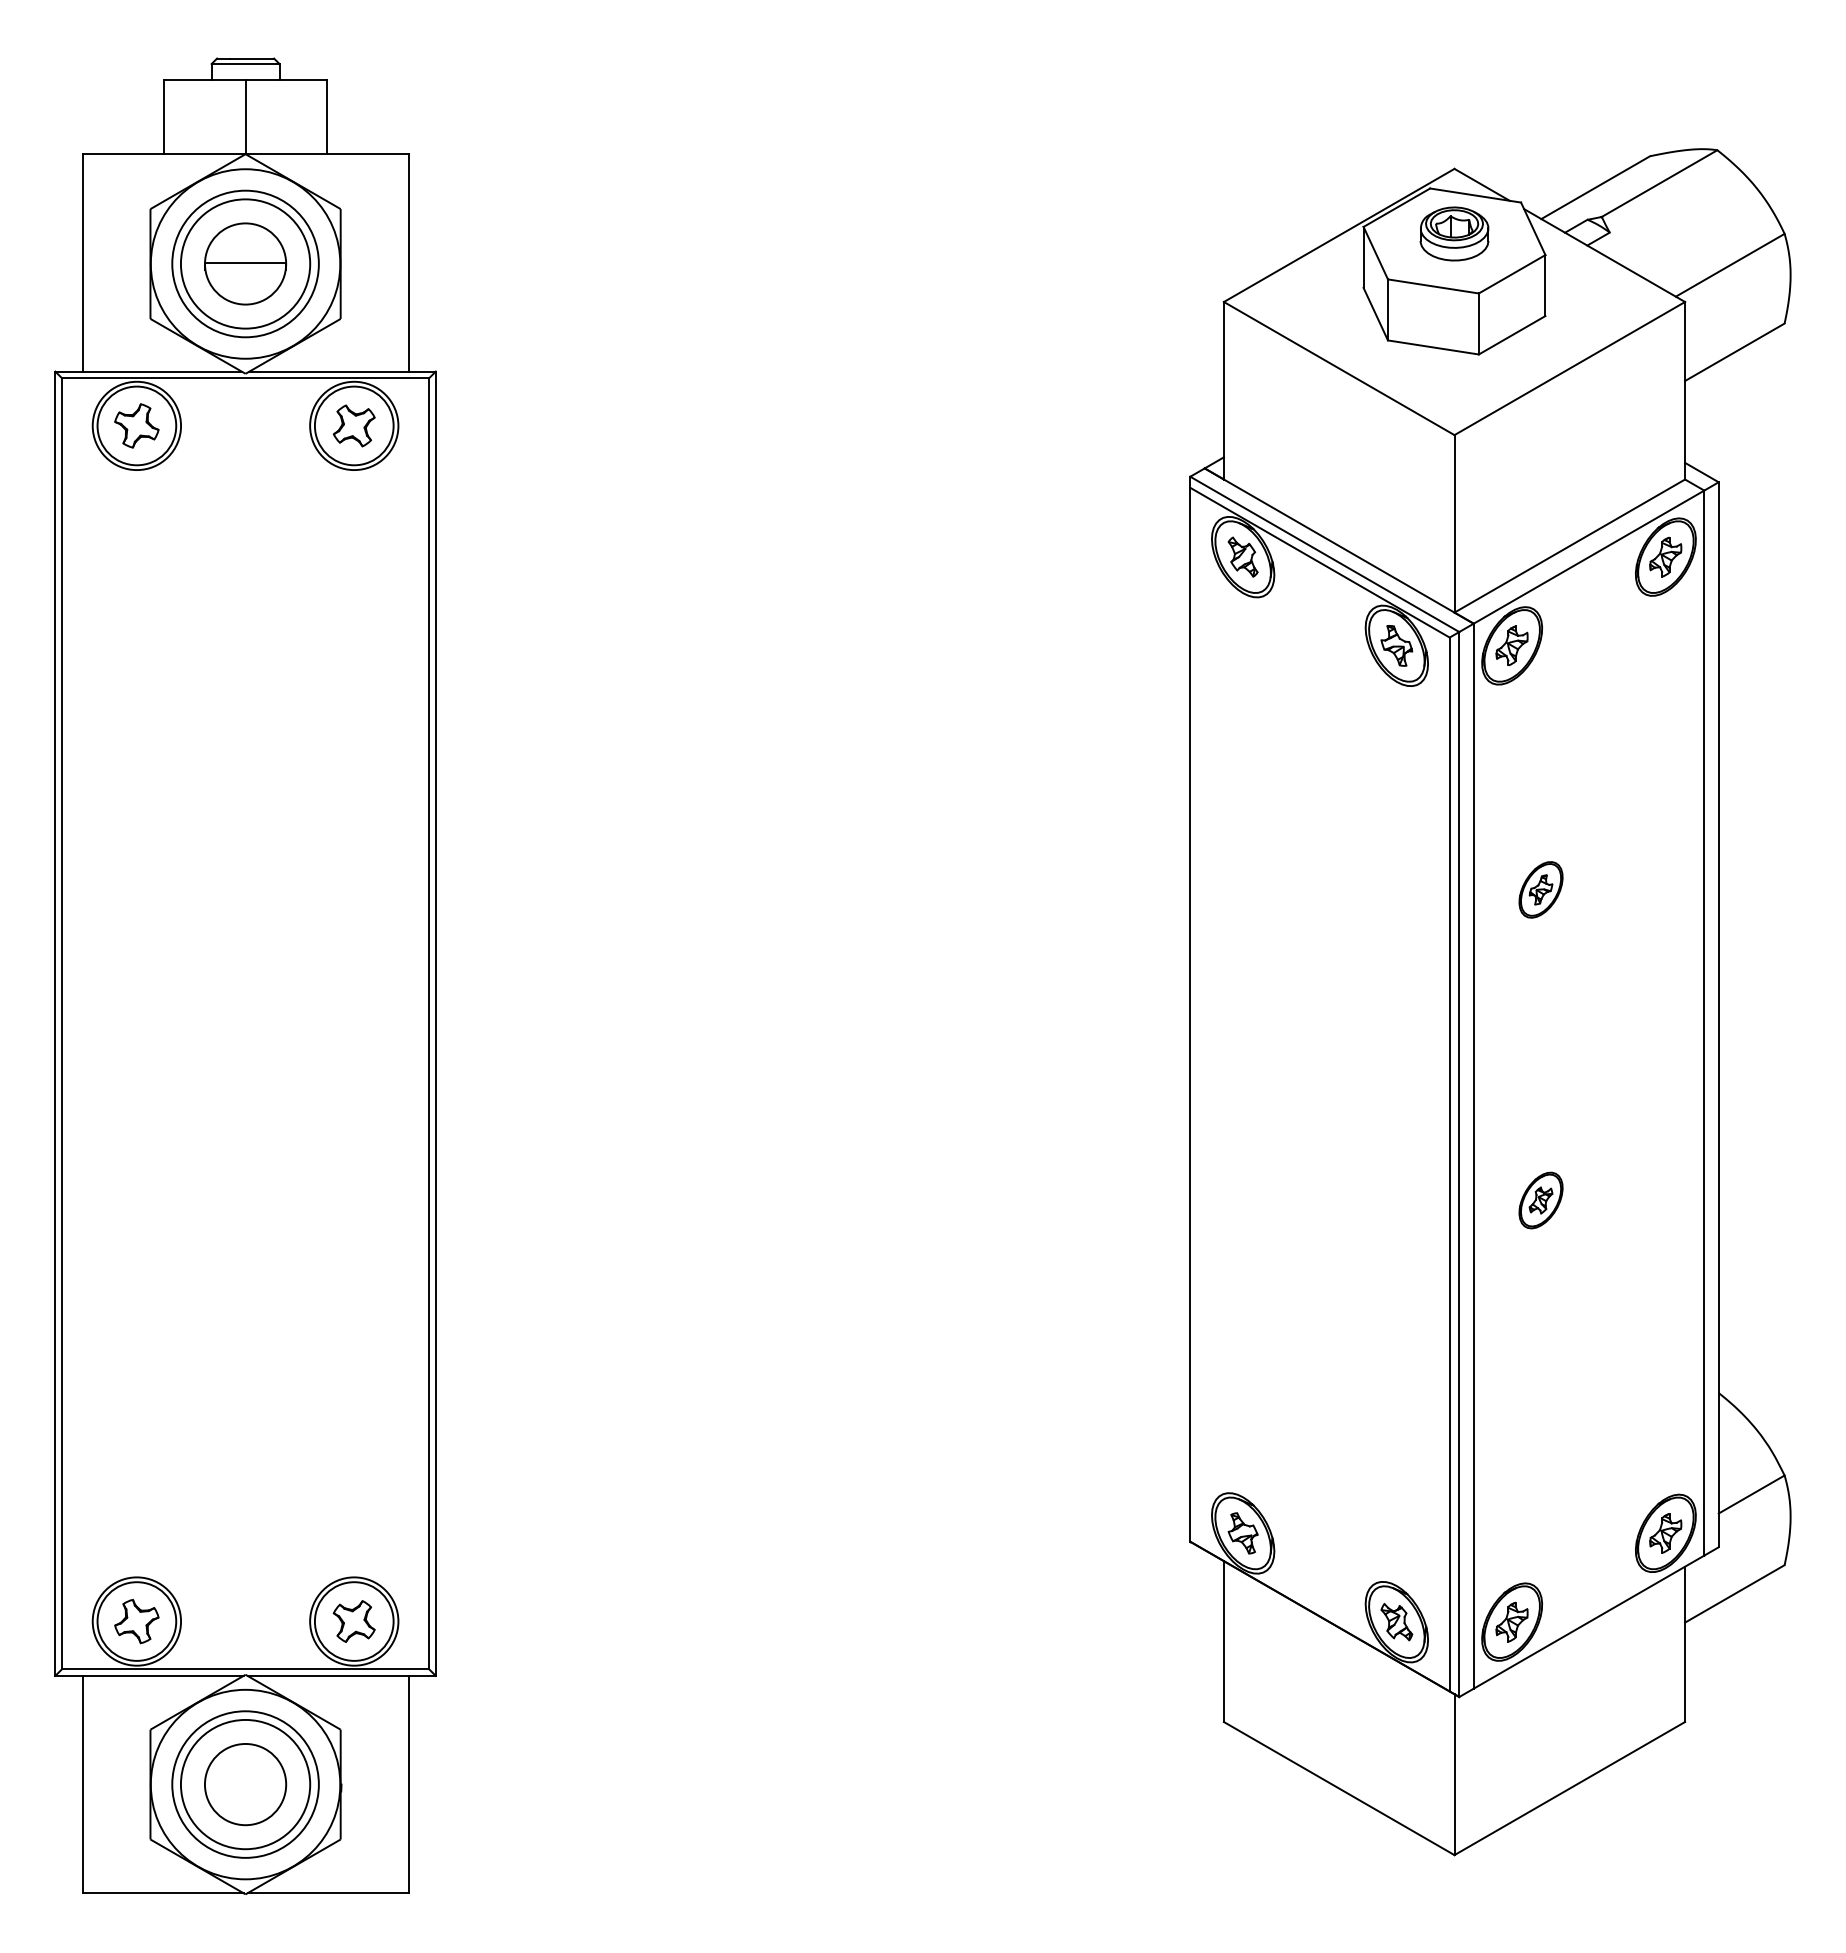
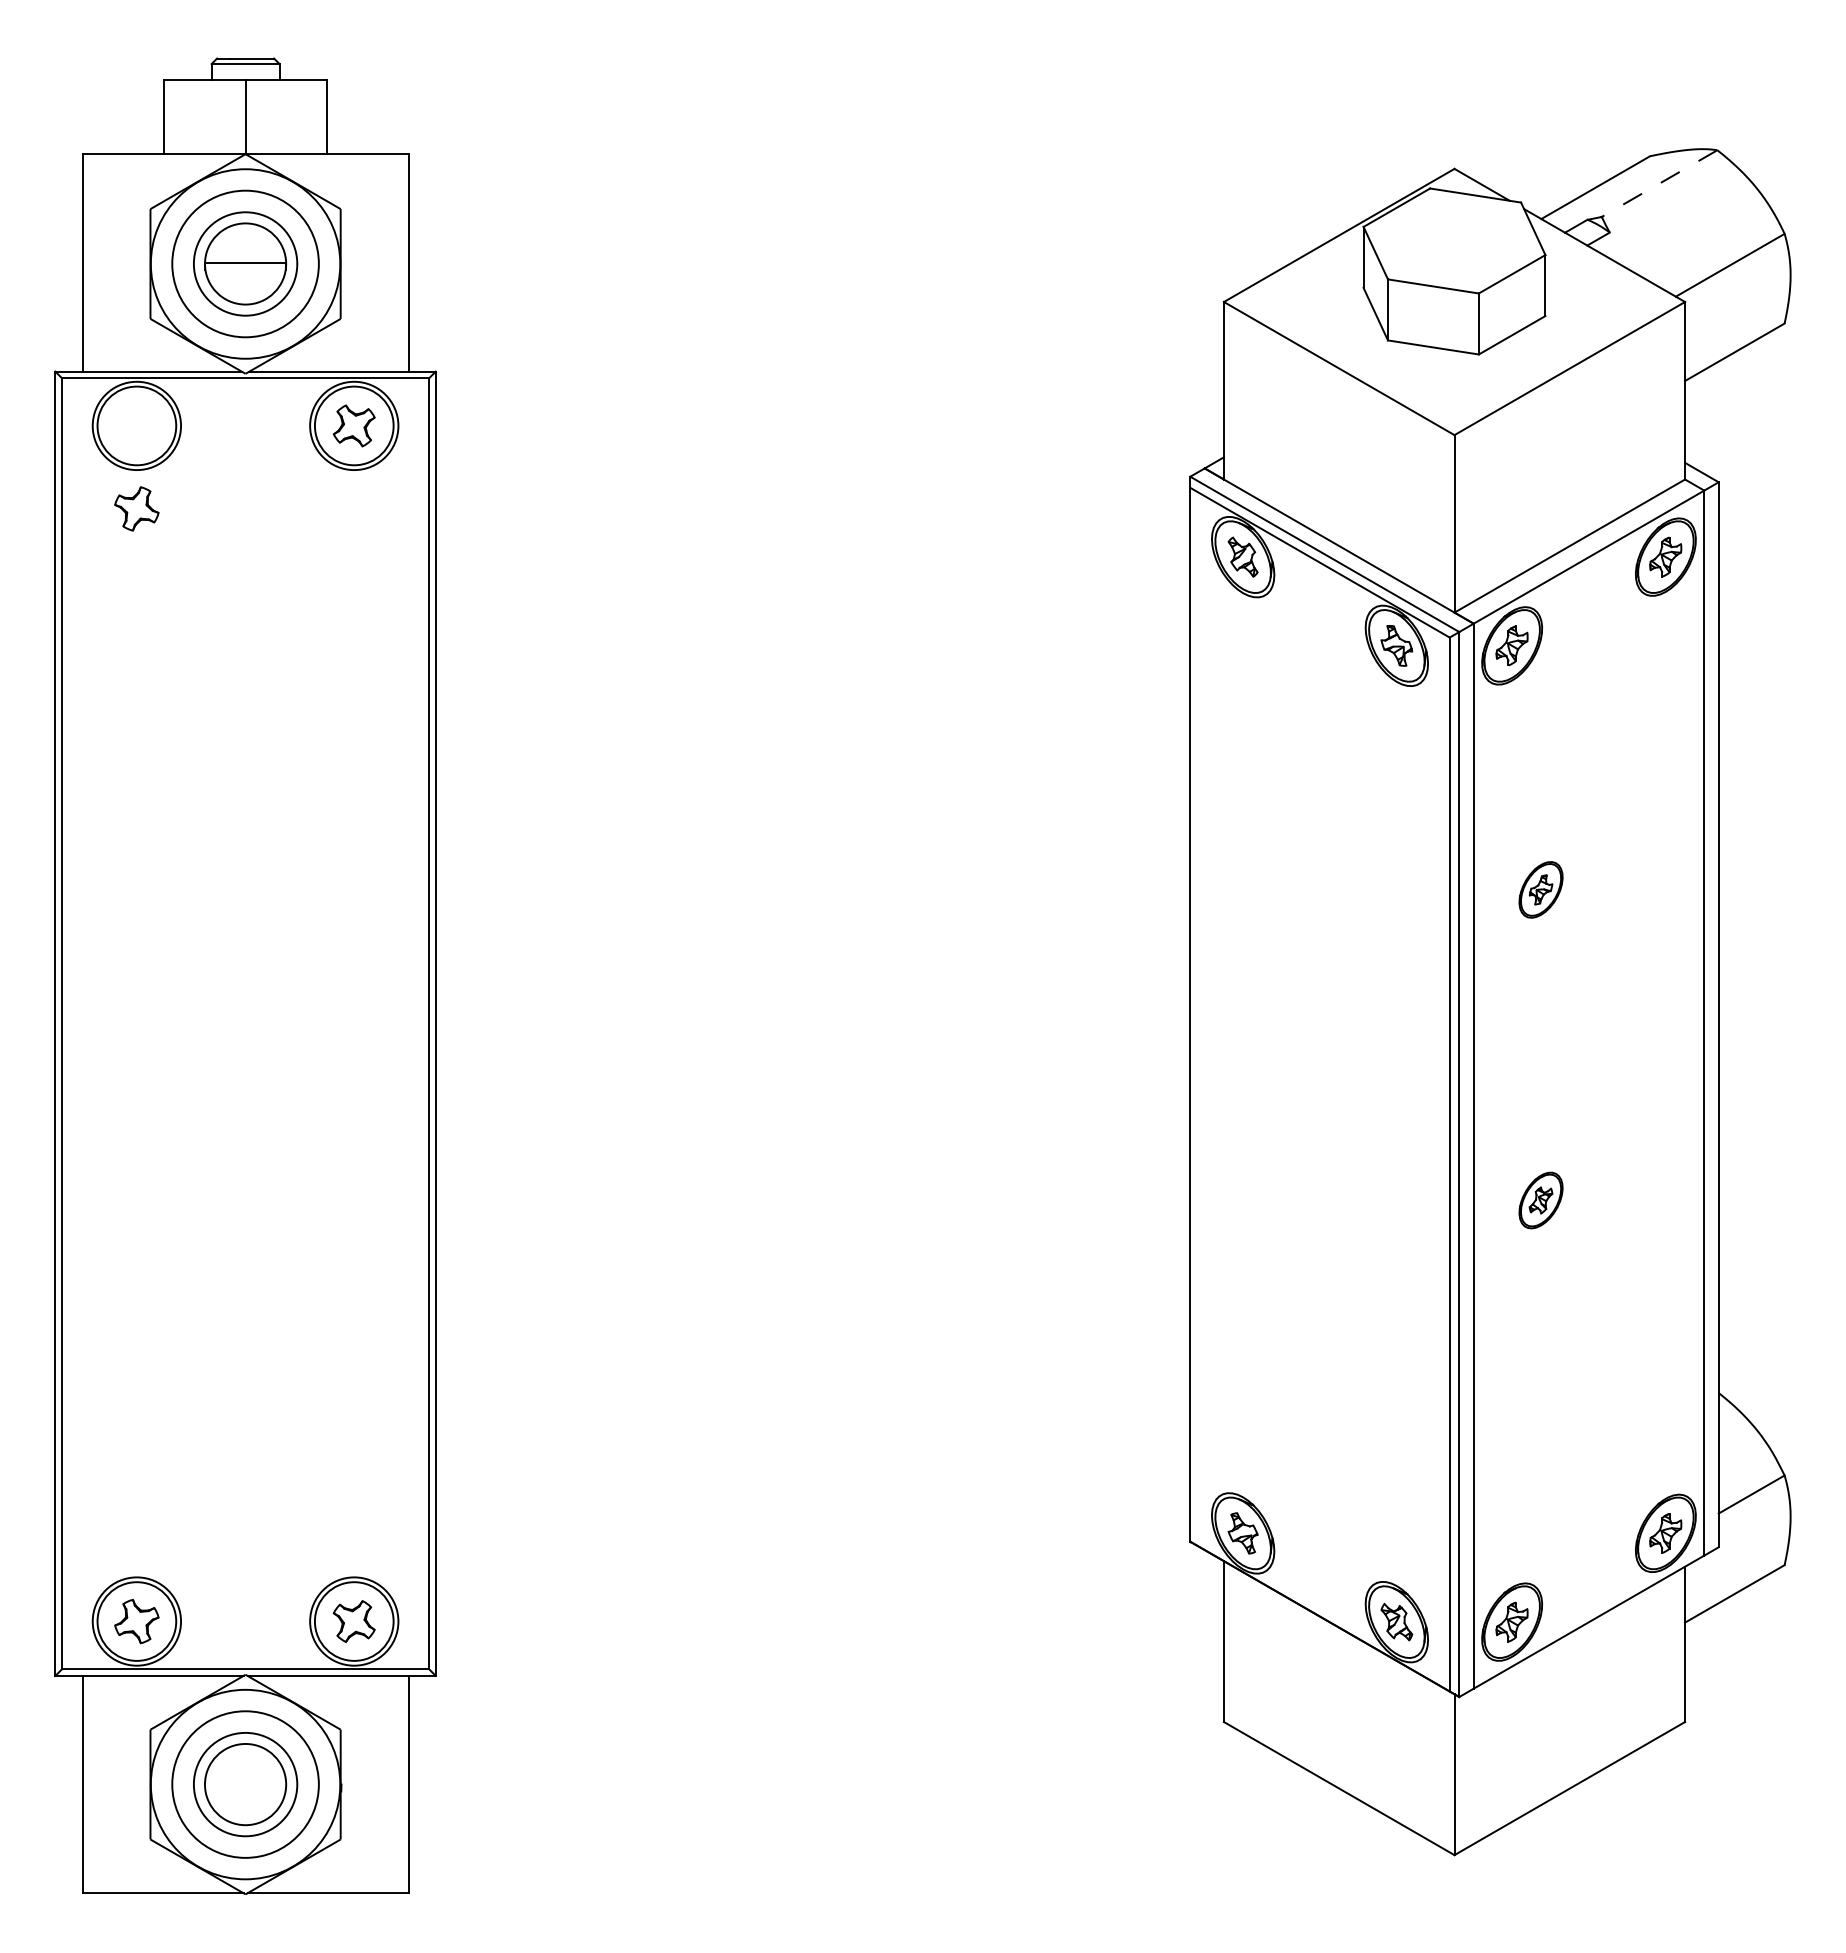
line at (1659, 183): solid -> dashed
part at (1454, 233): present -> none
circle at (245, 263) diameter: 129 px -> 103 px
part at (136, 425) position: (136, 425) -> (136, 508)
circle at (245, 1784) diameter: 129 px -> 103 px
